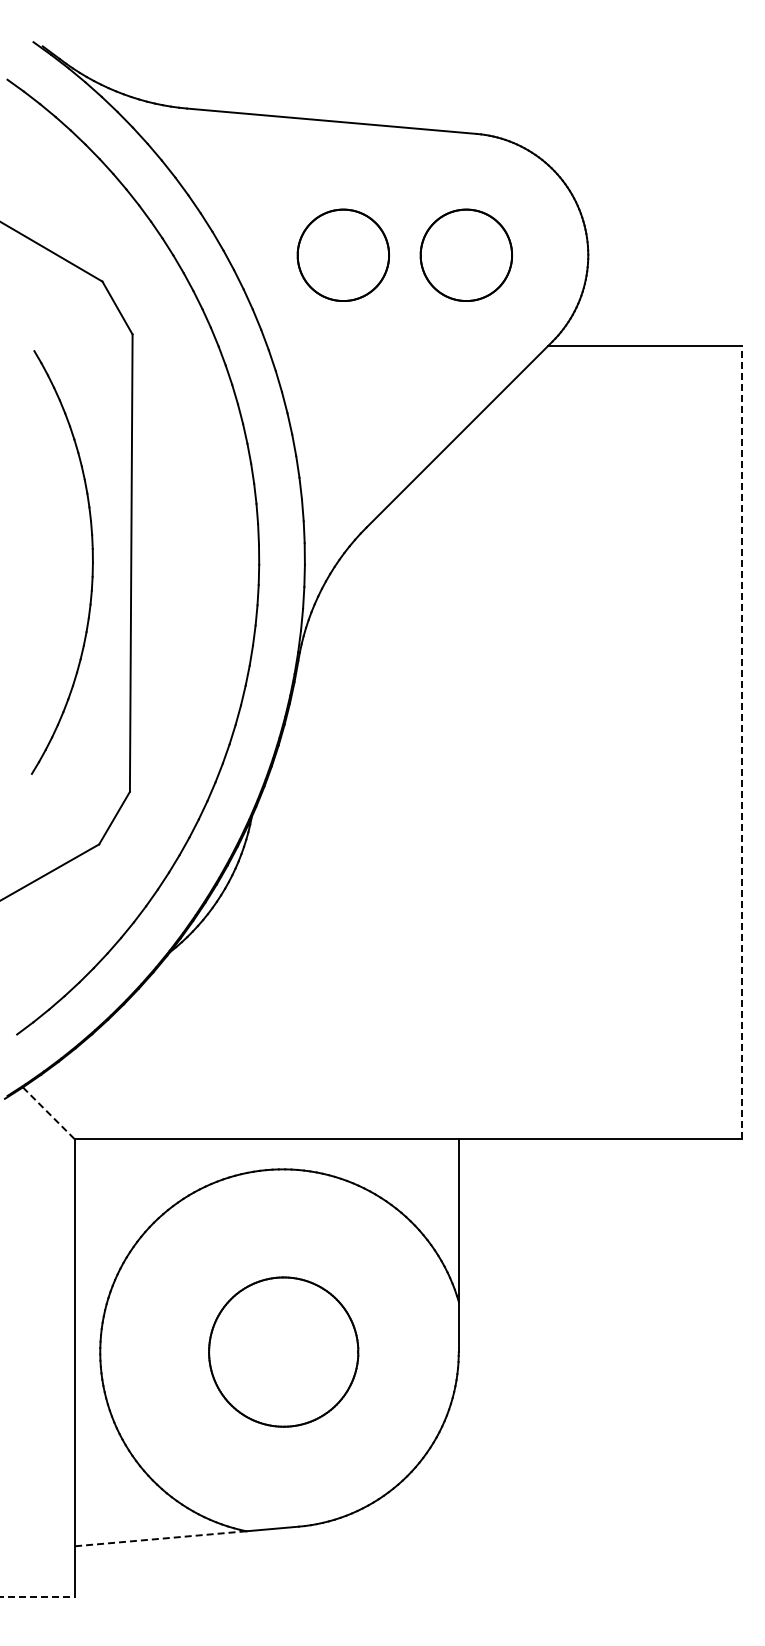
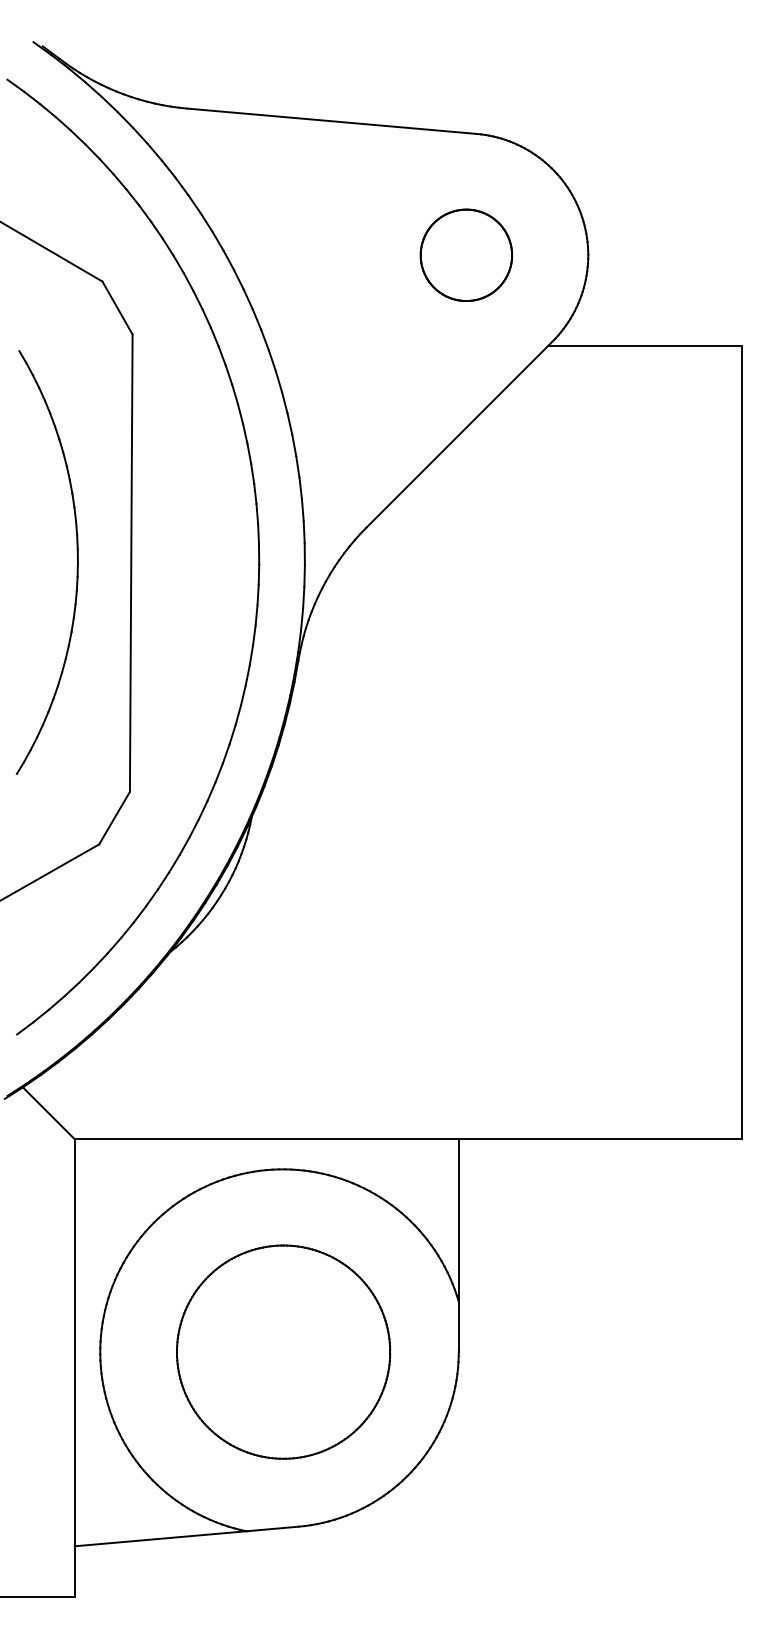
part at (342, 254): present -> none
part at (91, 567) position: (91, 567) -> (76, 567)
line at (741, 742): dashed -> solid
line at (48, 1113): dashed -> solid
part at (283, 1351) size: 152x152 px -> 216x216 px
line at (160, 1538): dashed -> solid
line at (37, 1596): dashed -> solid
